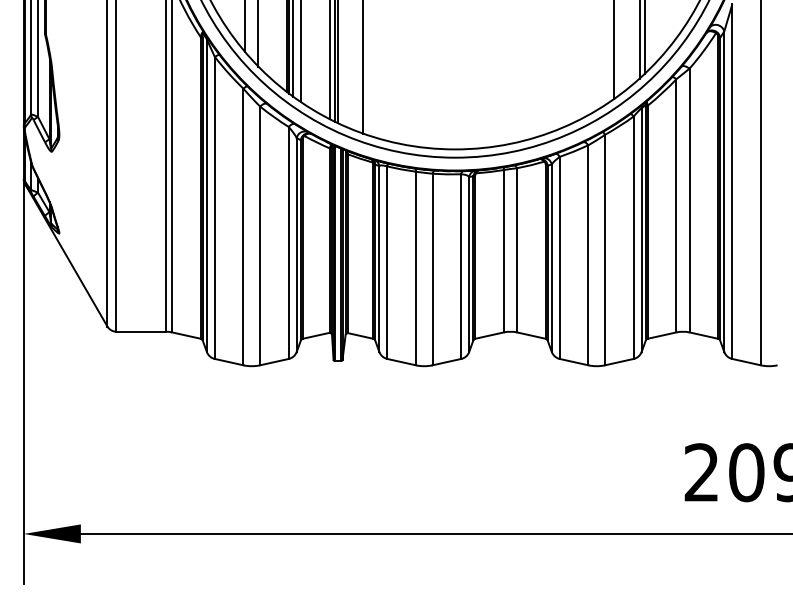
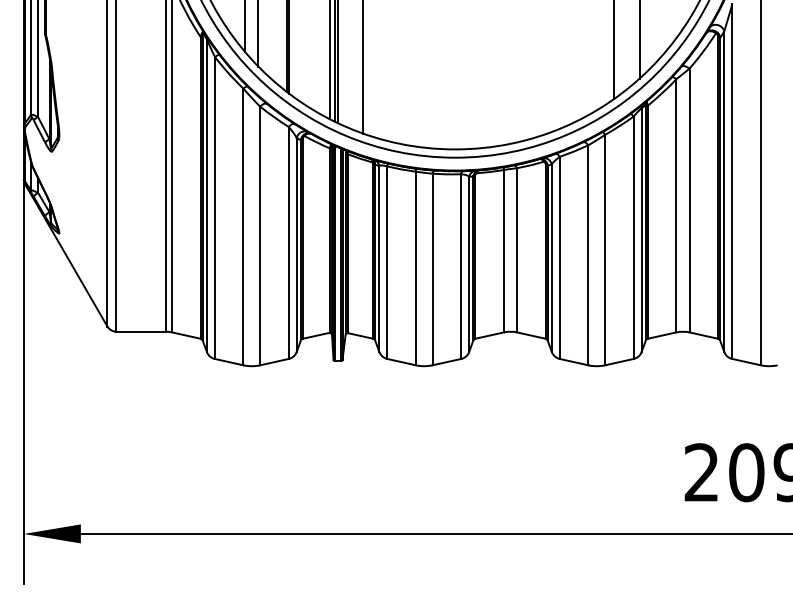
line at (645, 37): present -> none
line at (293, 49): present -> none
line at (301, 52): present -> none
